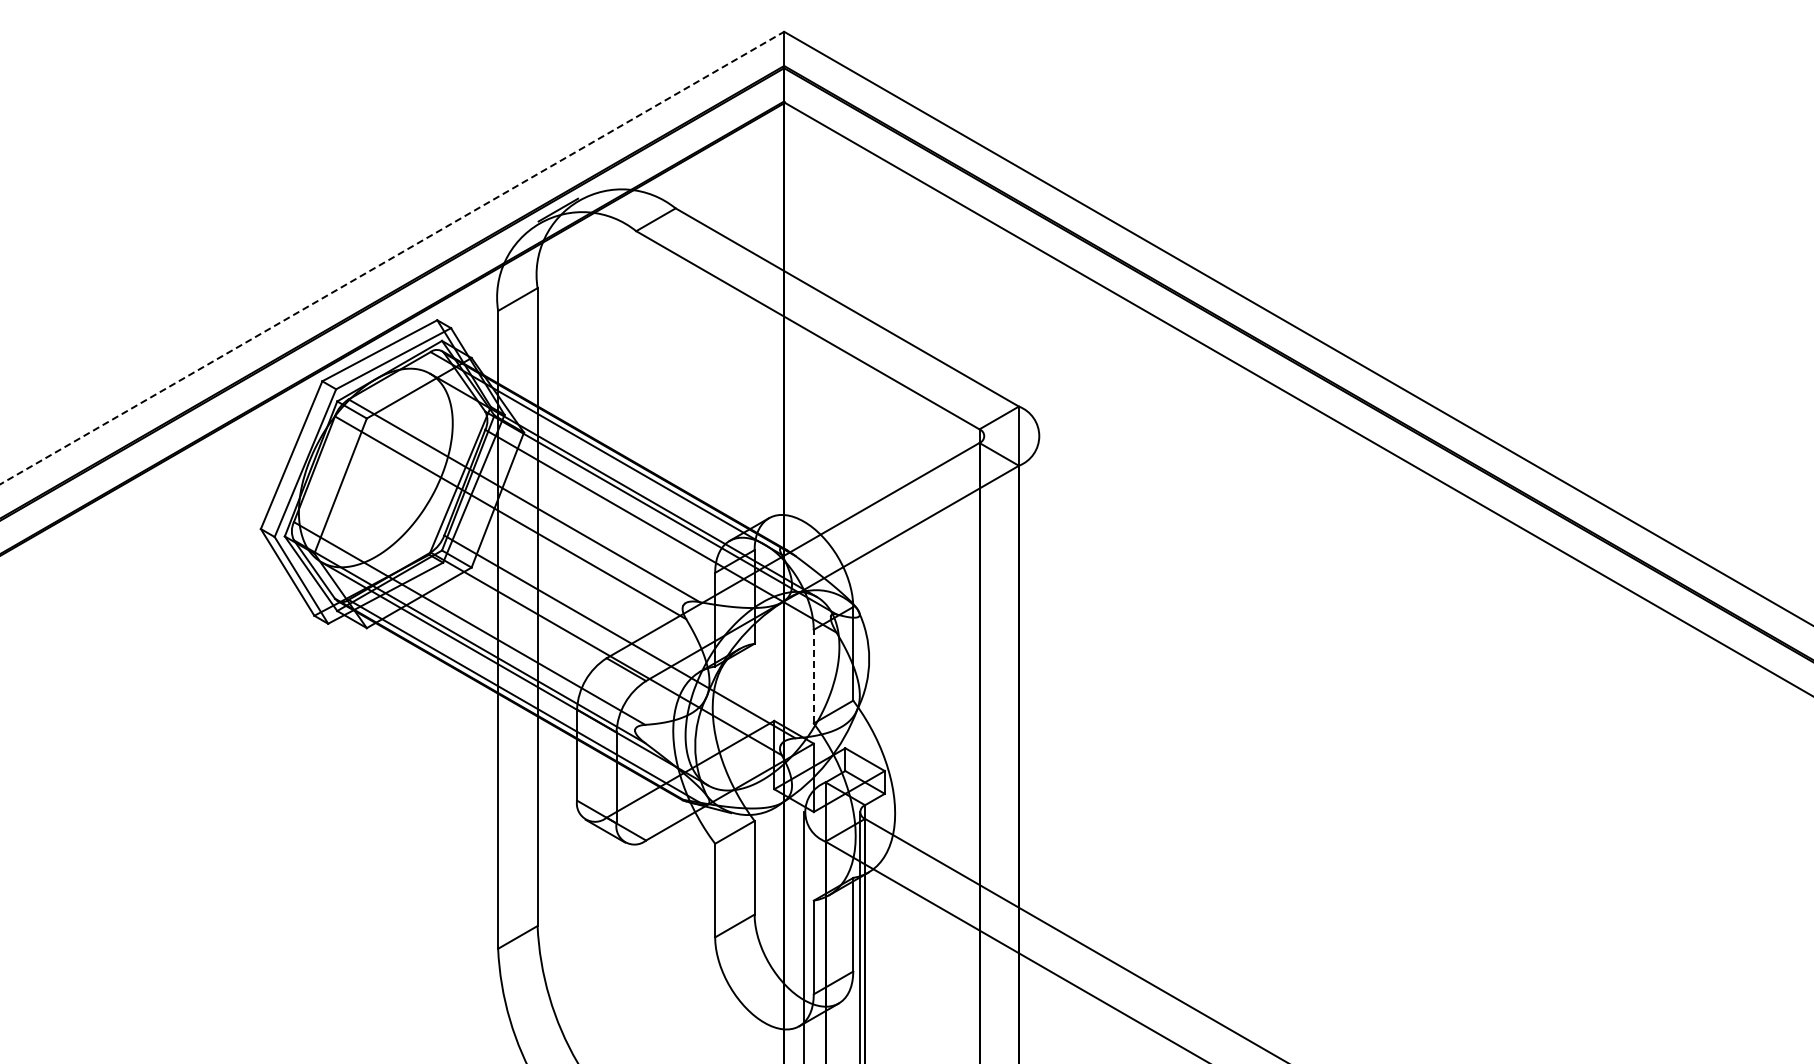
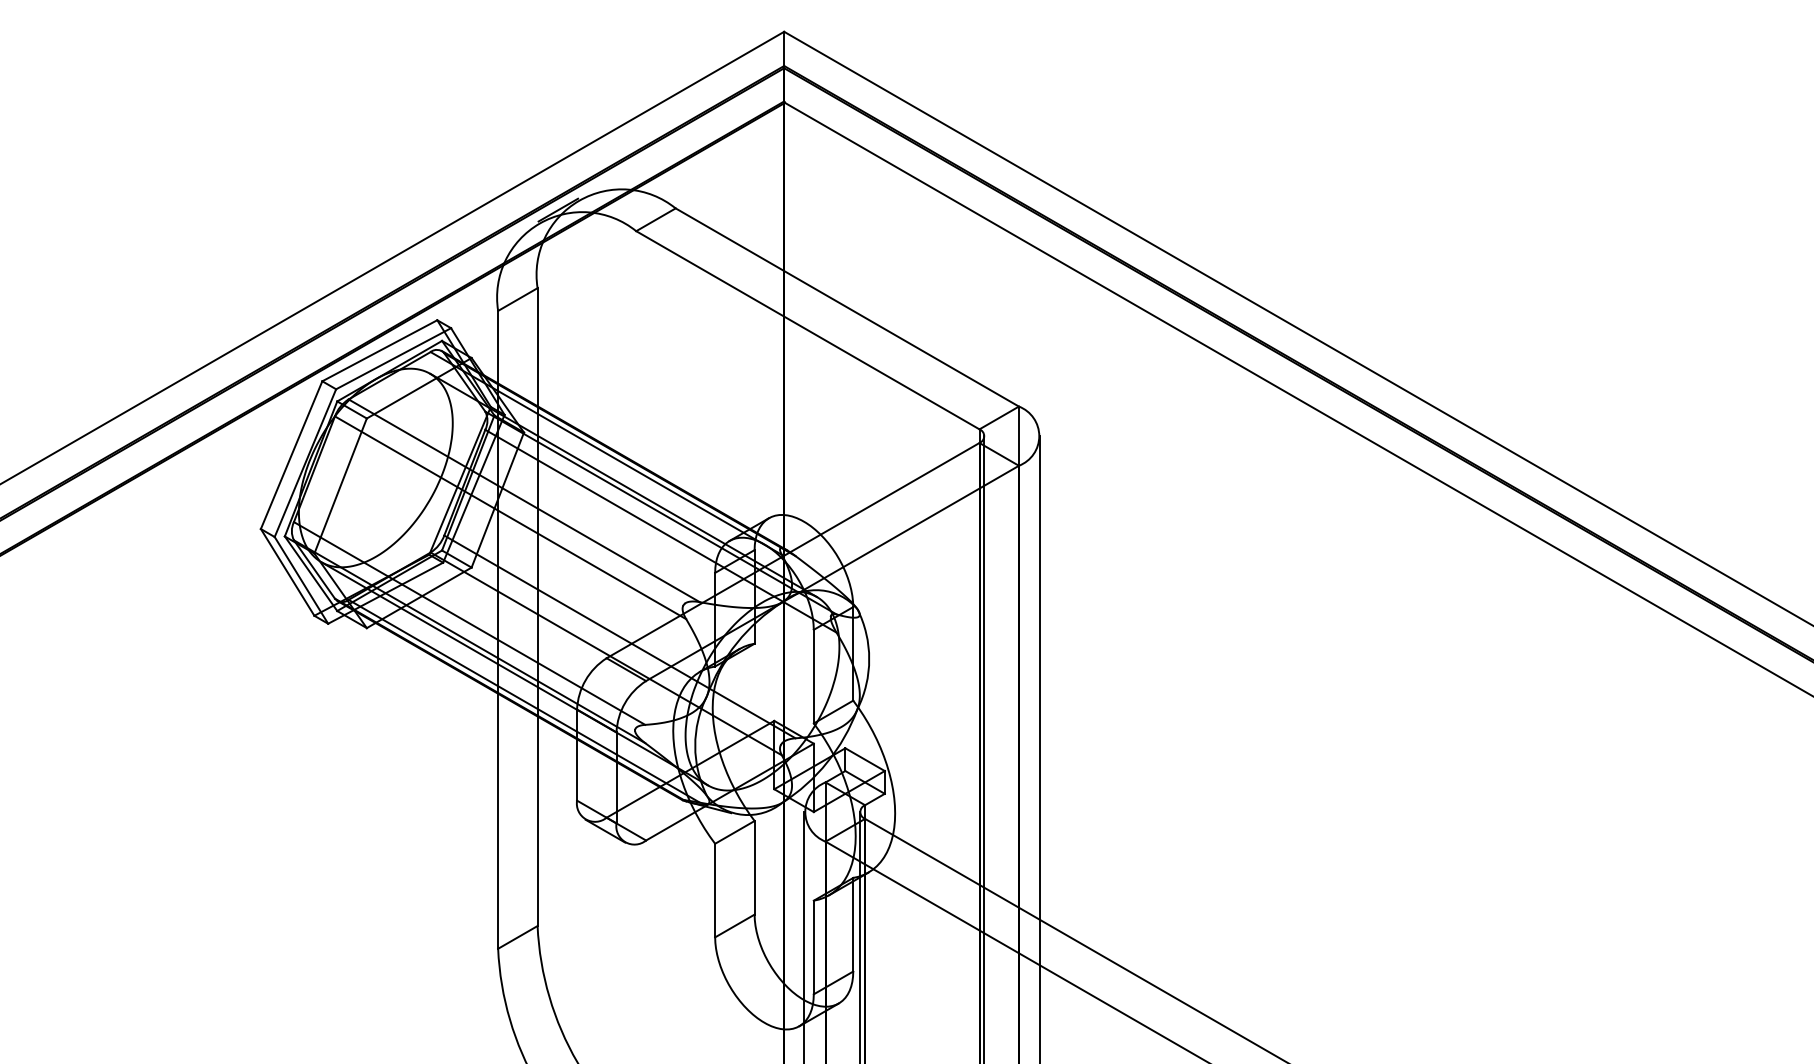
line at (392, 258): dashed -> solid
line at (813, 676): dashed -> solid
line at (984, 748): none -> present
line at (1040, 748): none -> present
